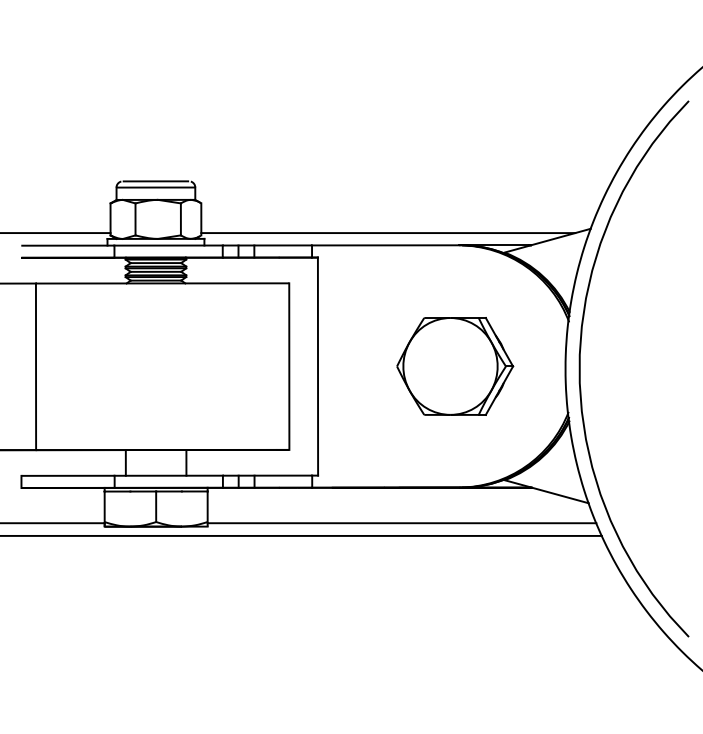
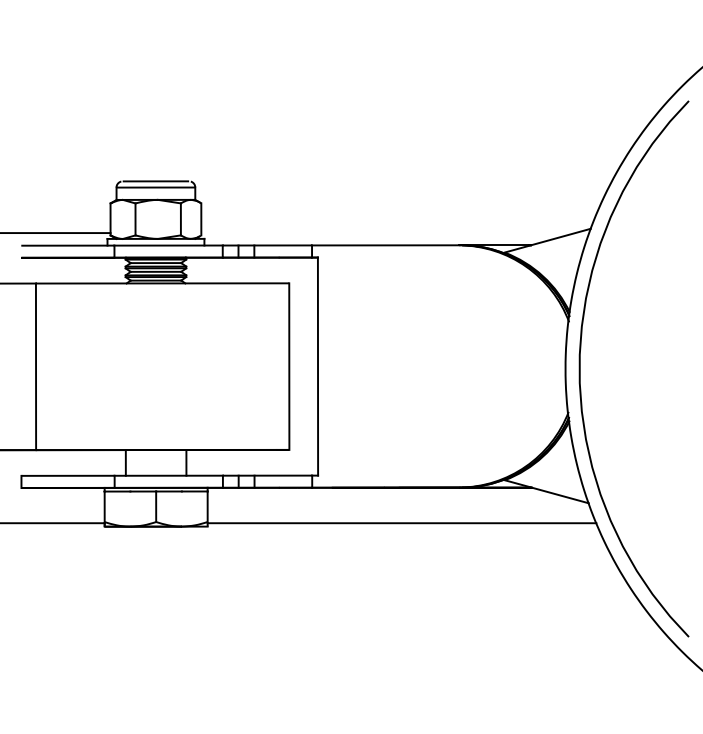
line at (388, 233): present -> none
part at (455, 366): present -> none
line at (301, 535): present -> none
